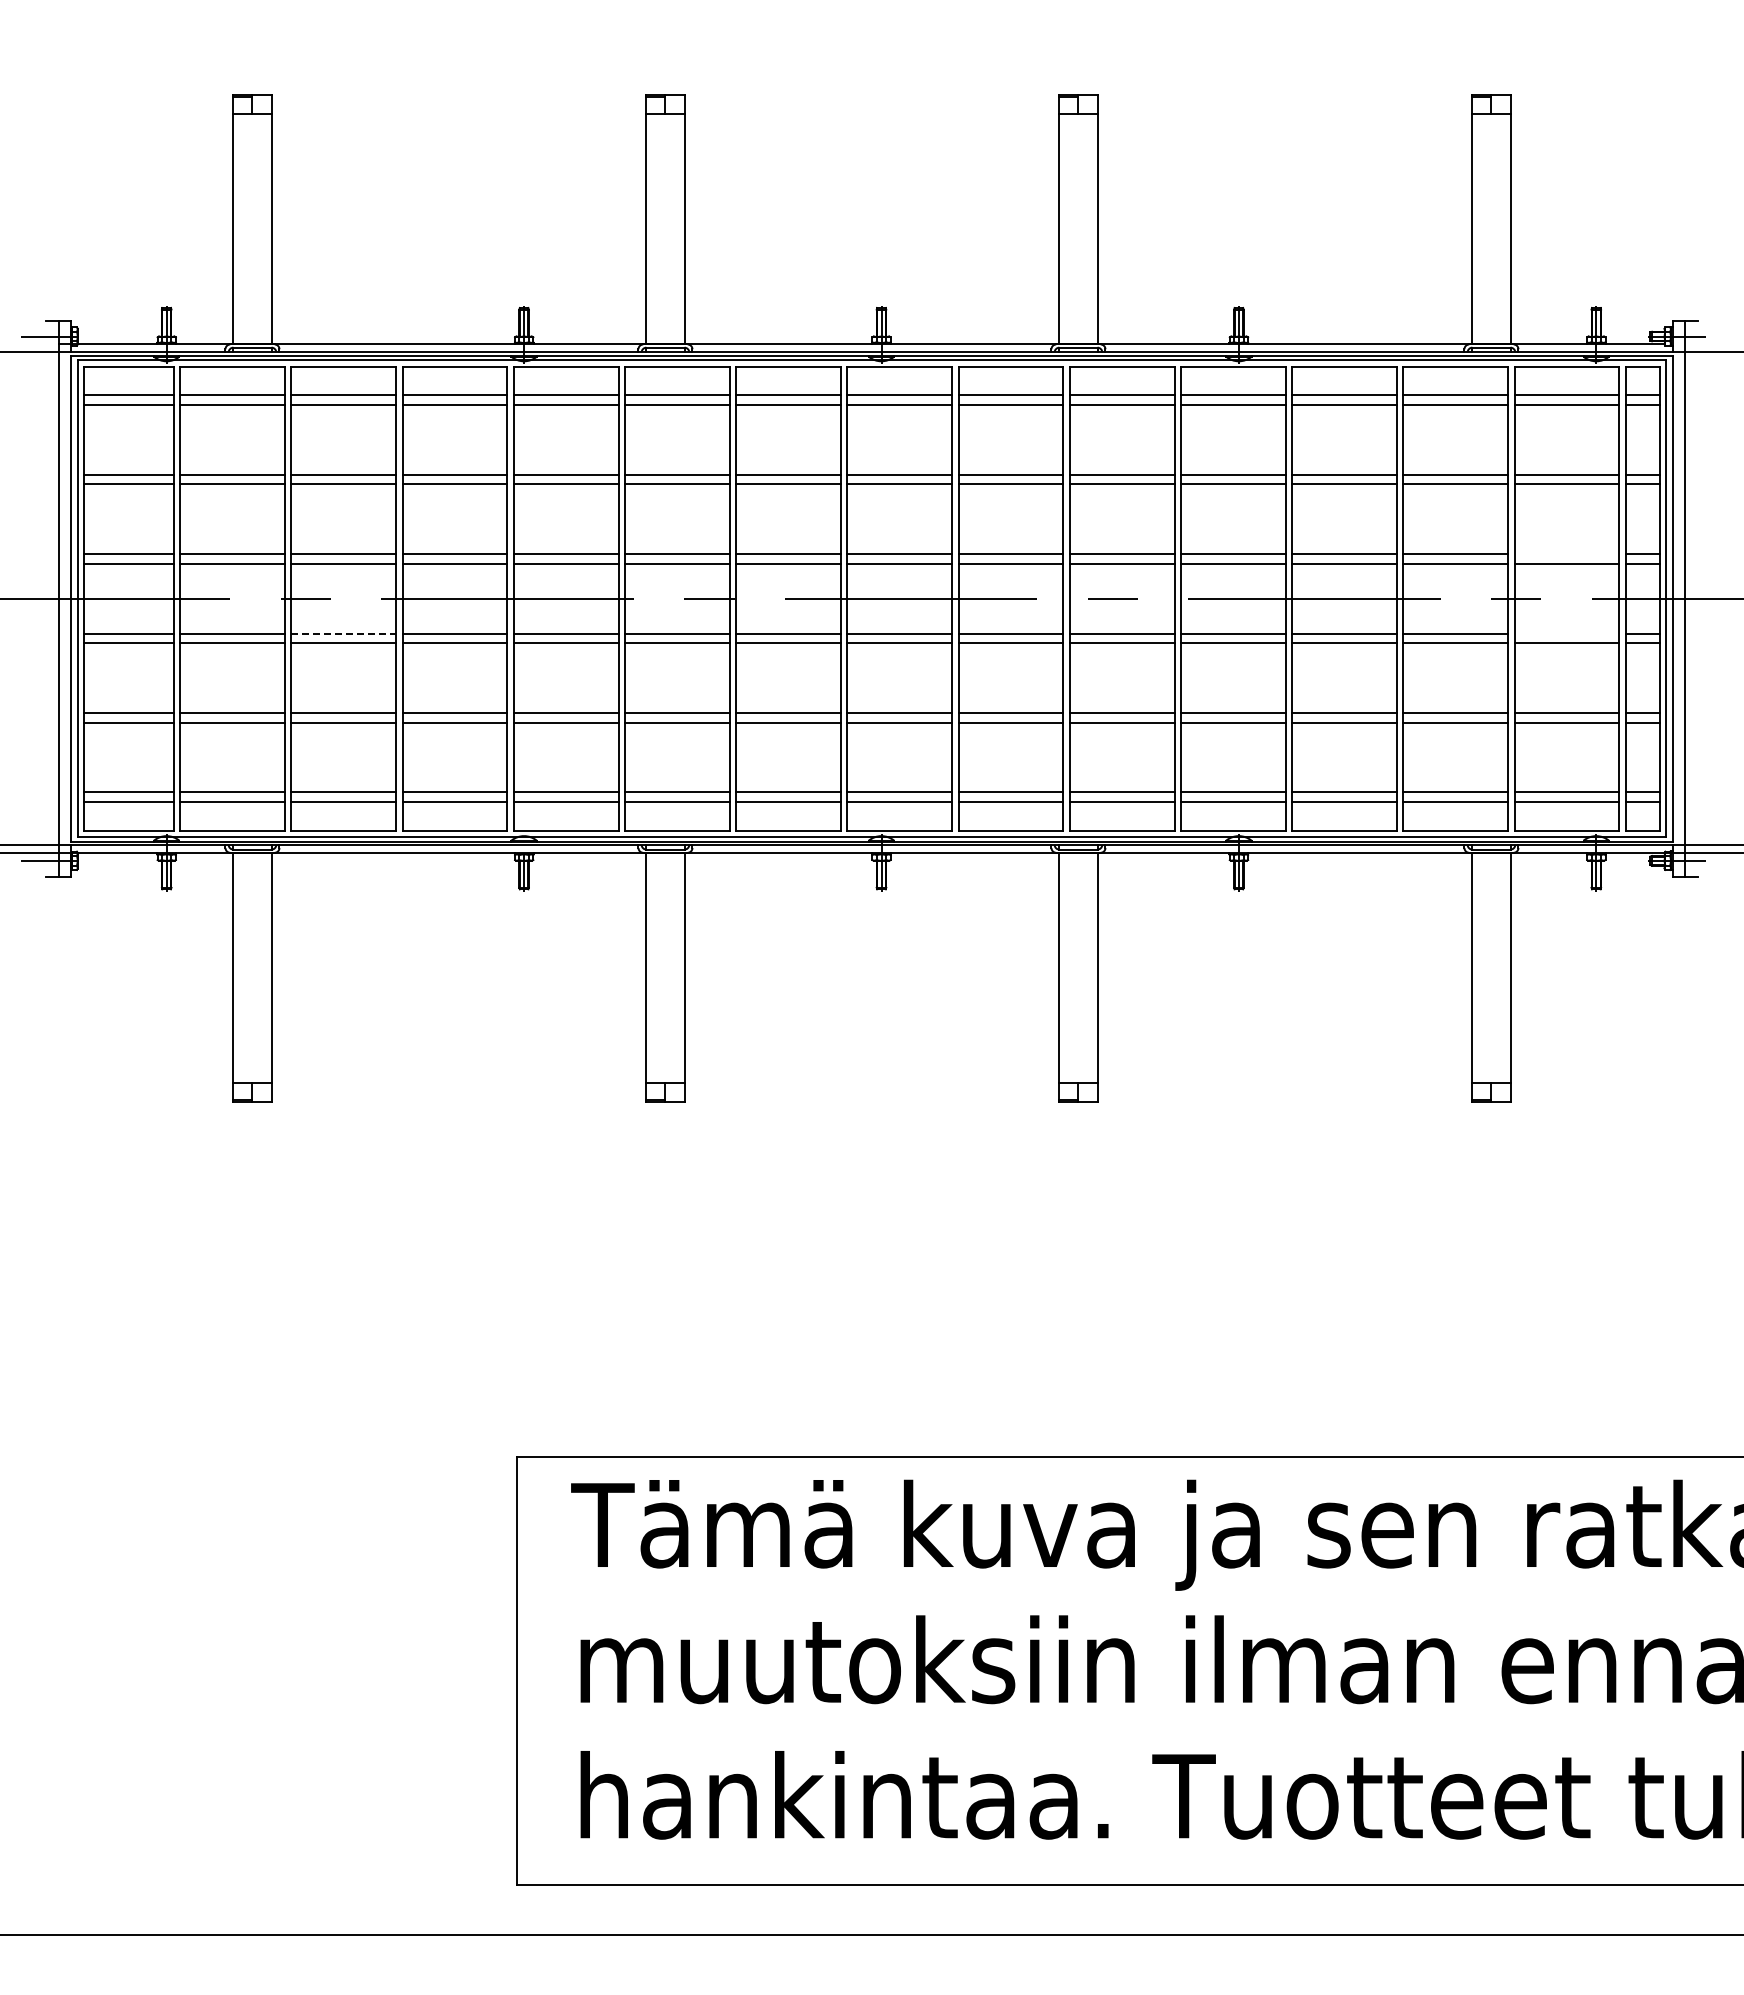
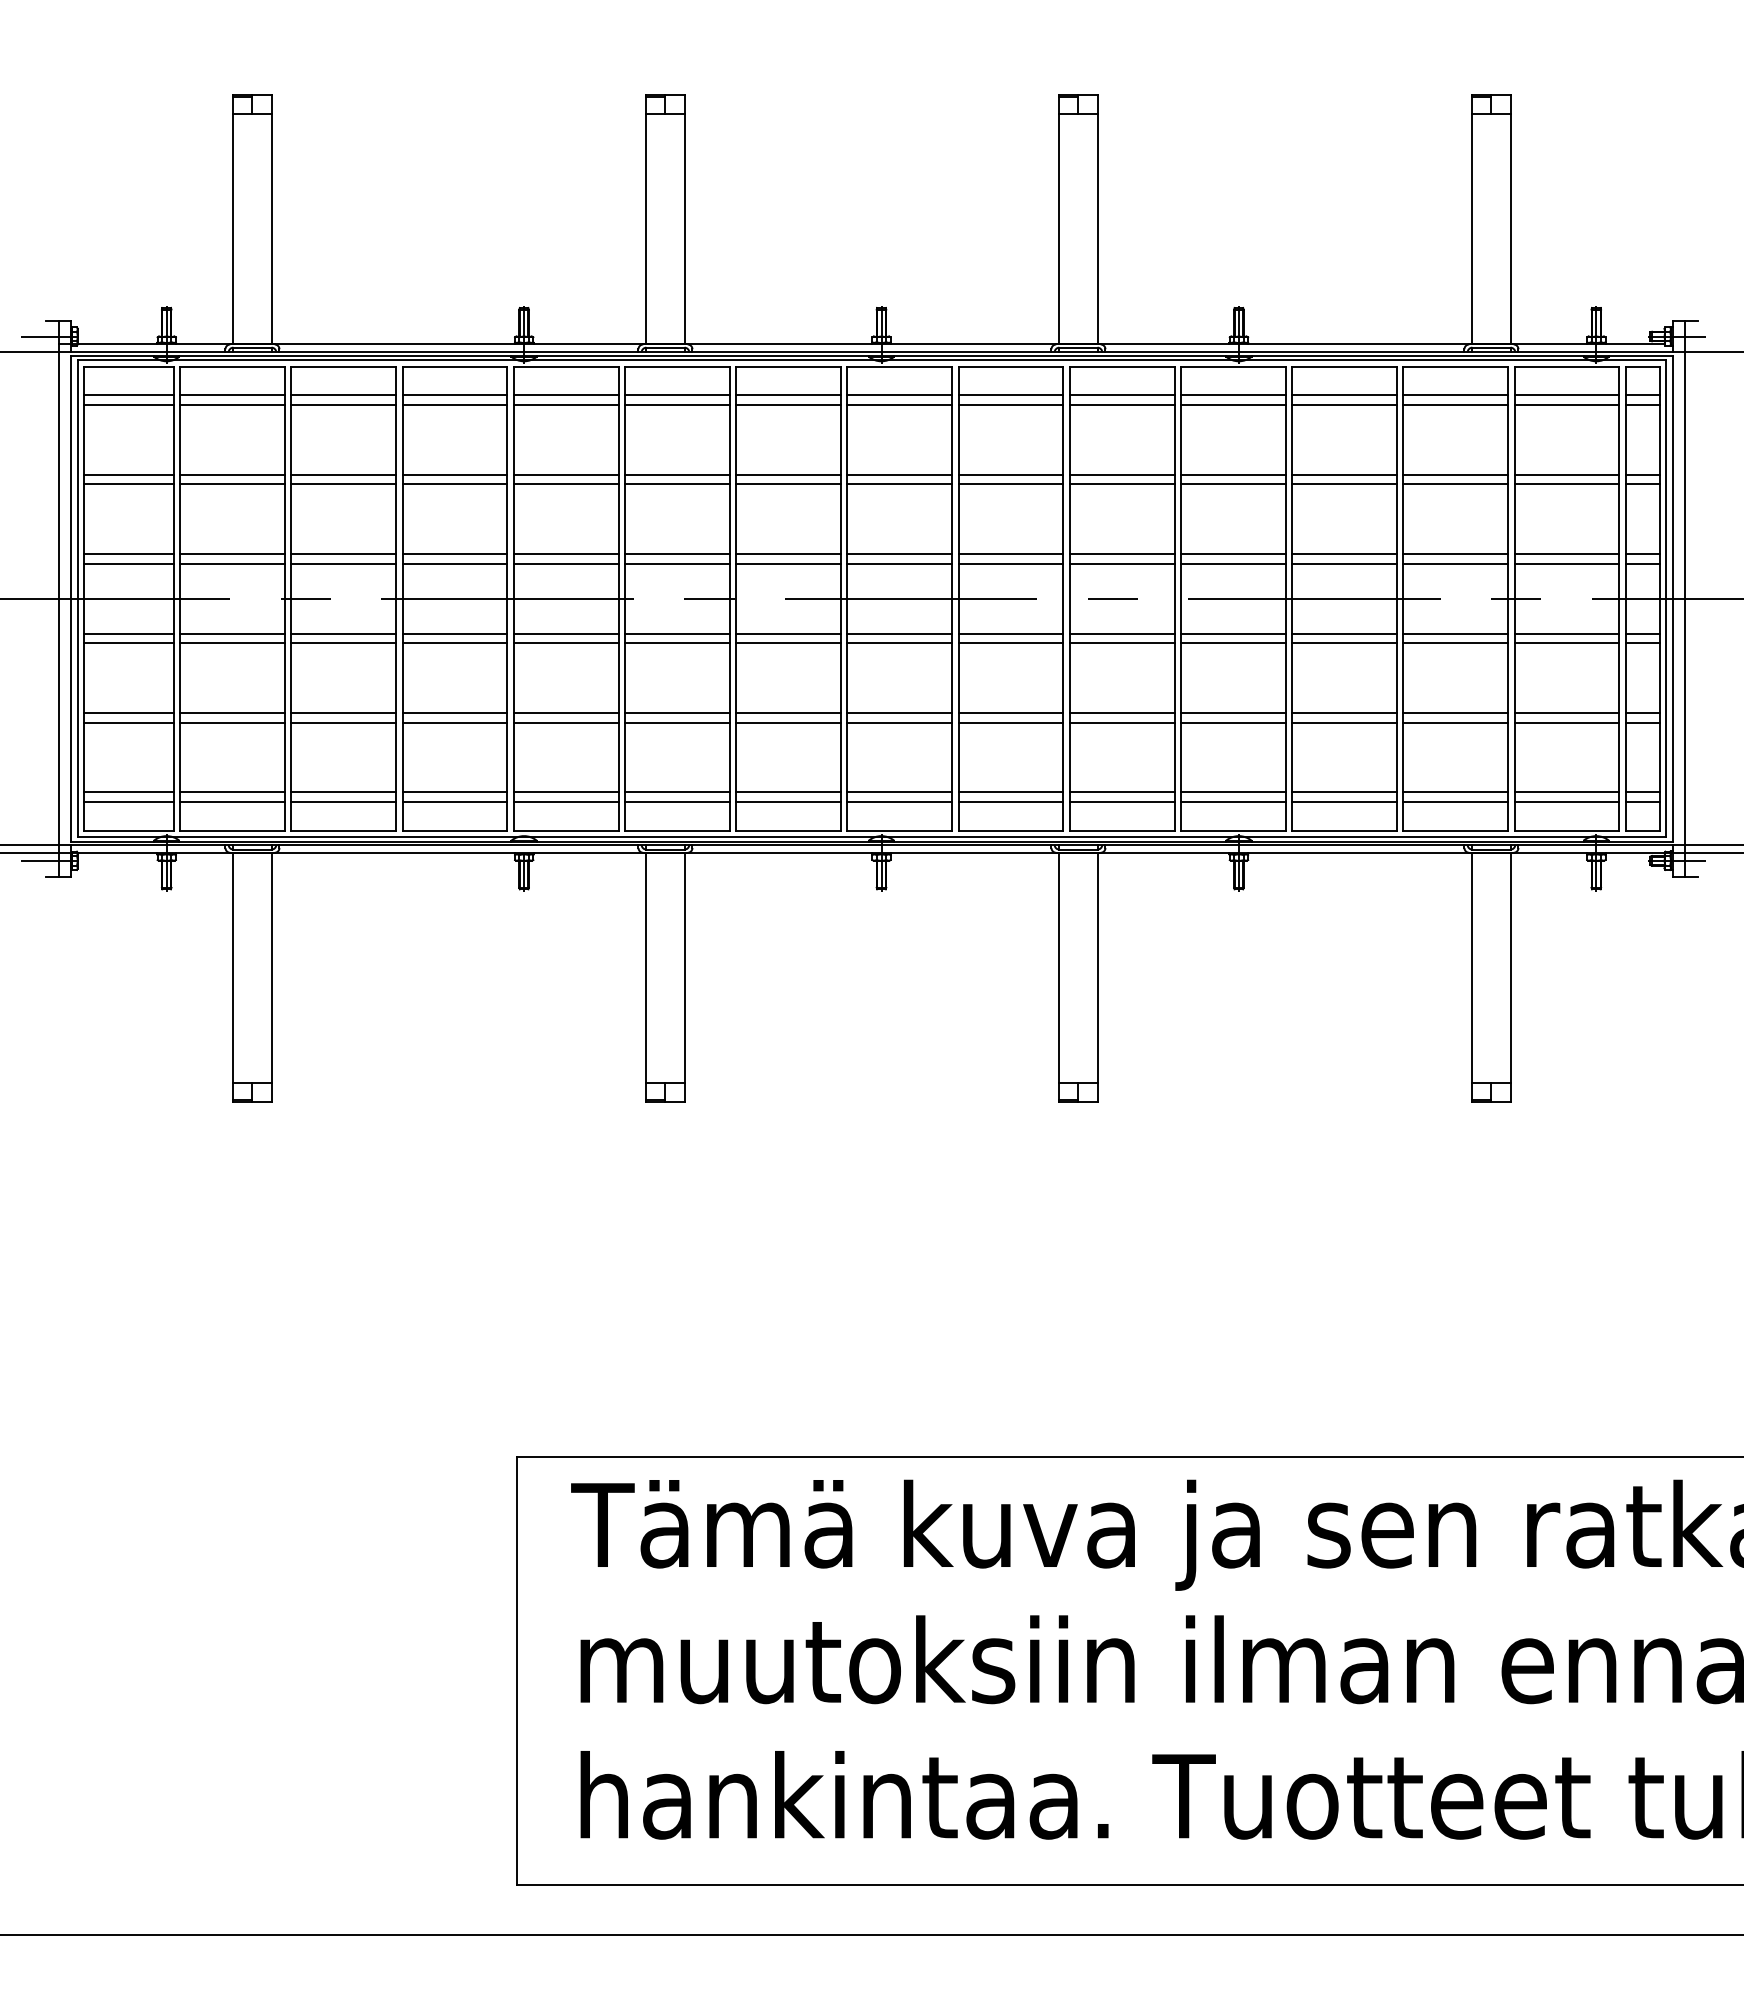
line at (1566, 554): none -> present
line at (344, 633): dashed -> solid
line at (1566, 633): none -> present
